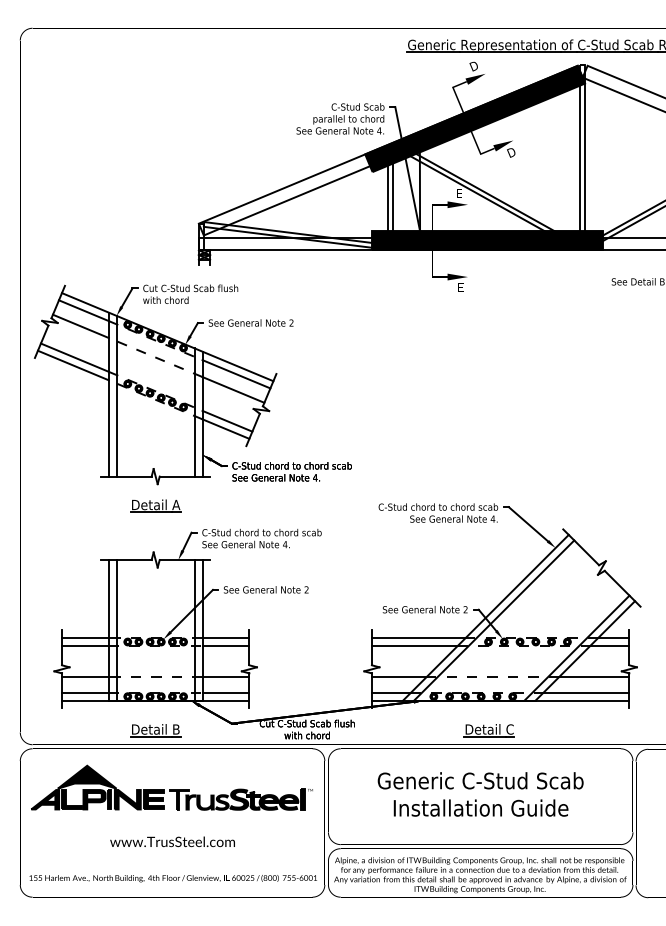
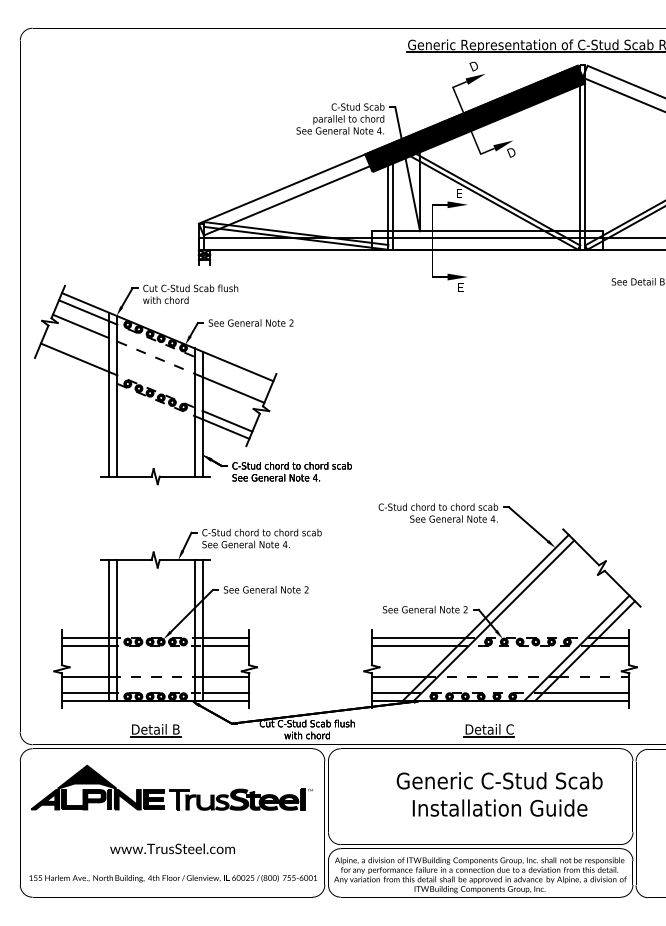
fill at (487, 240): present -> none
line at (72, 365): present -> none
line at (236, 374): present -> none
part at (155, 505): present -> none
line at (594, 677): solid -> dashed
text at (480, 794) position: (480, 794) -> (499, 794)
text at (172, 841) position: (172, 841) -> (172, 848)
